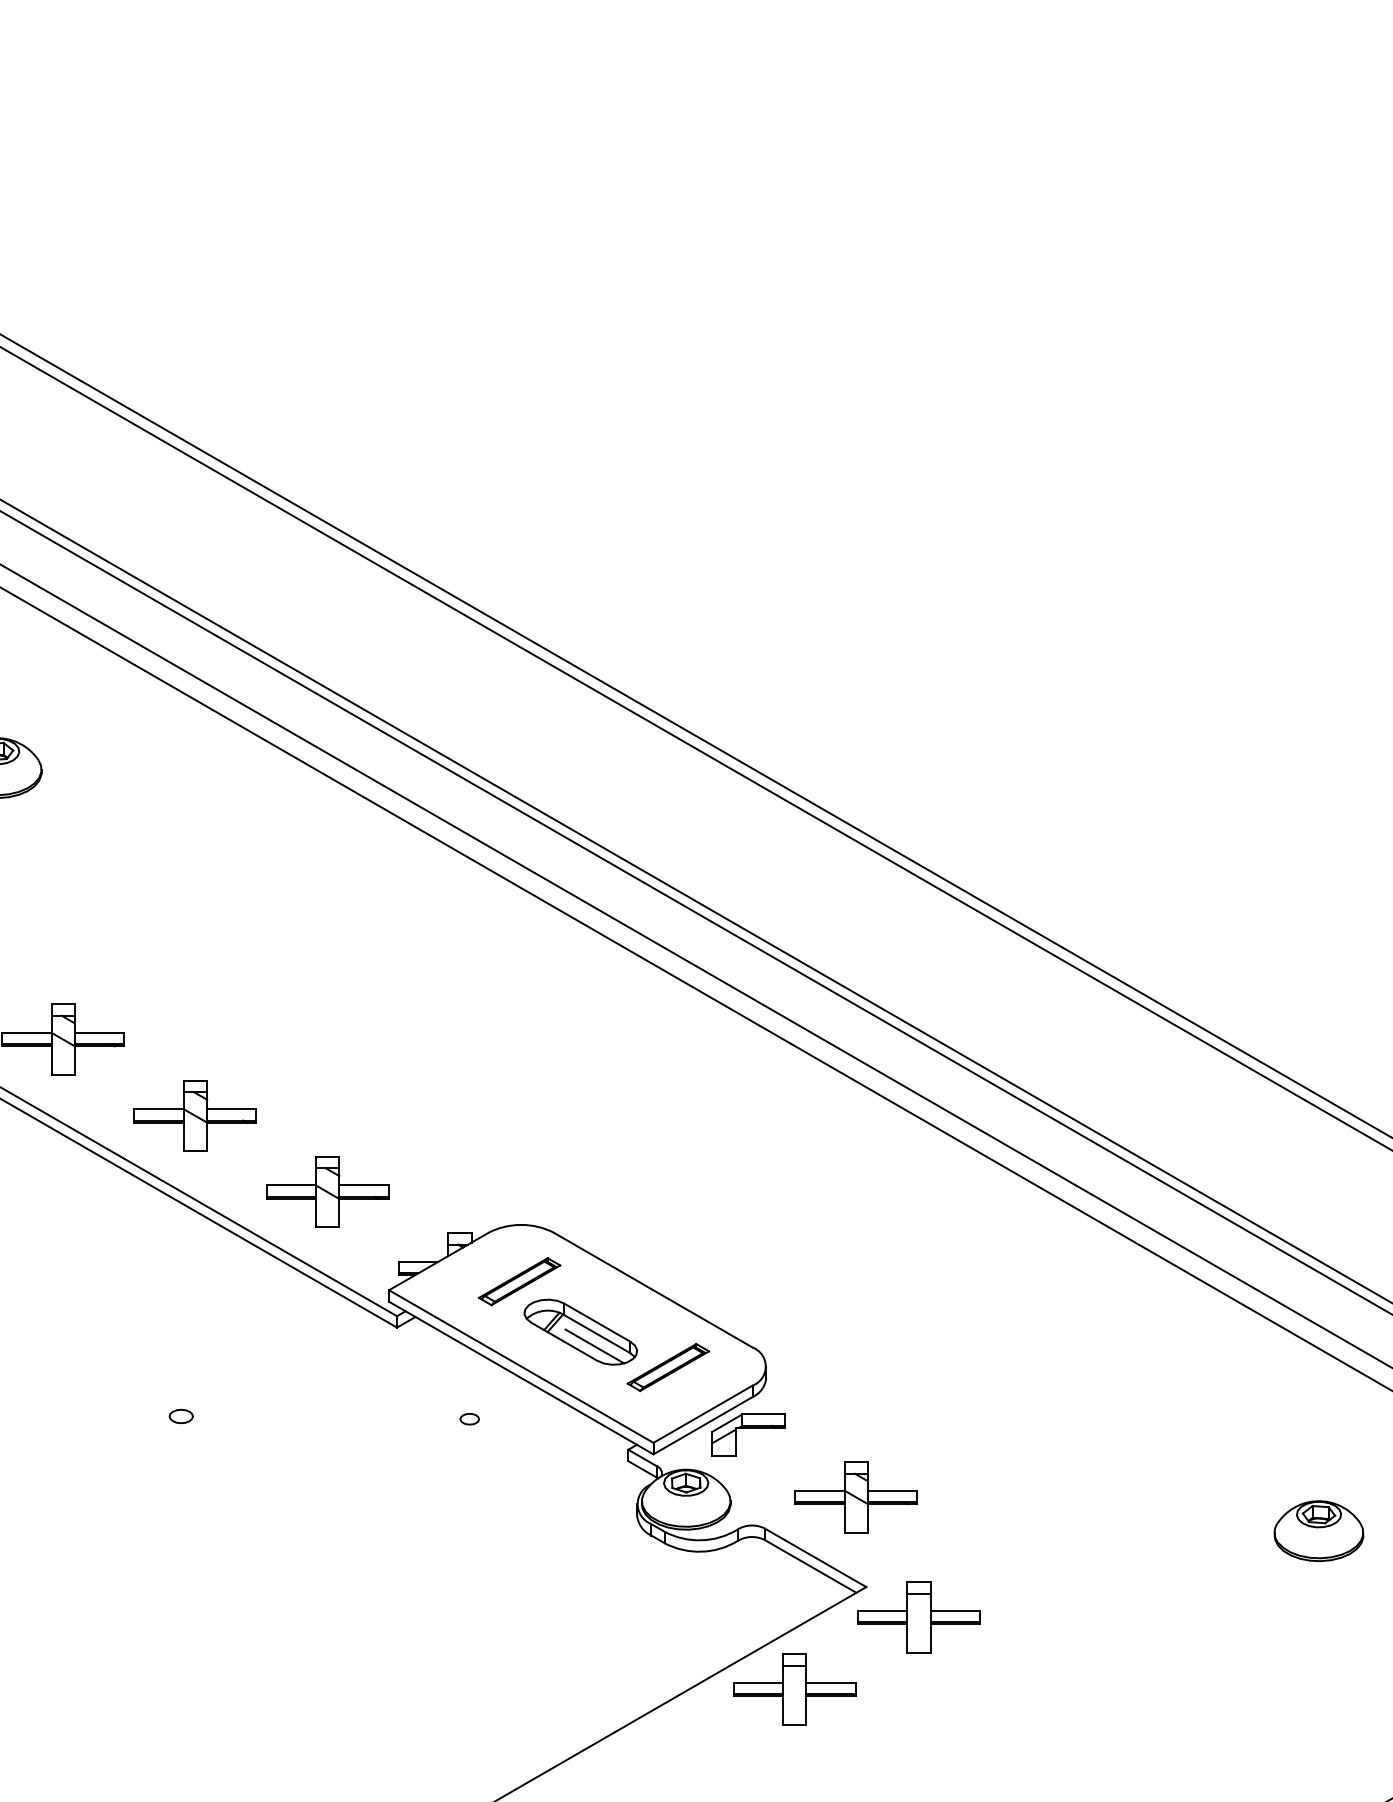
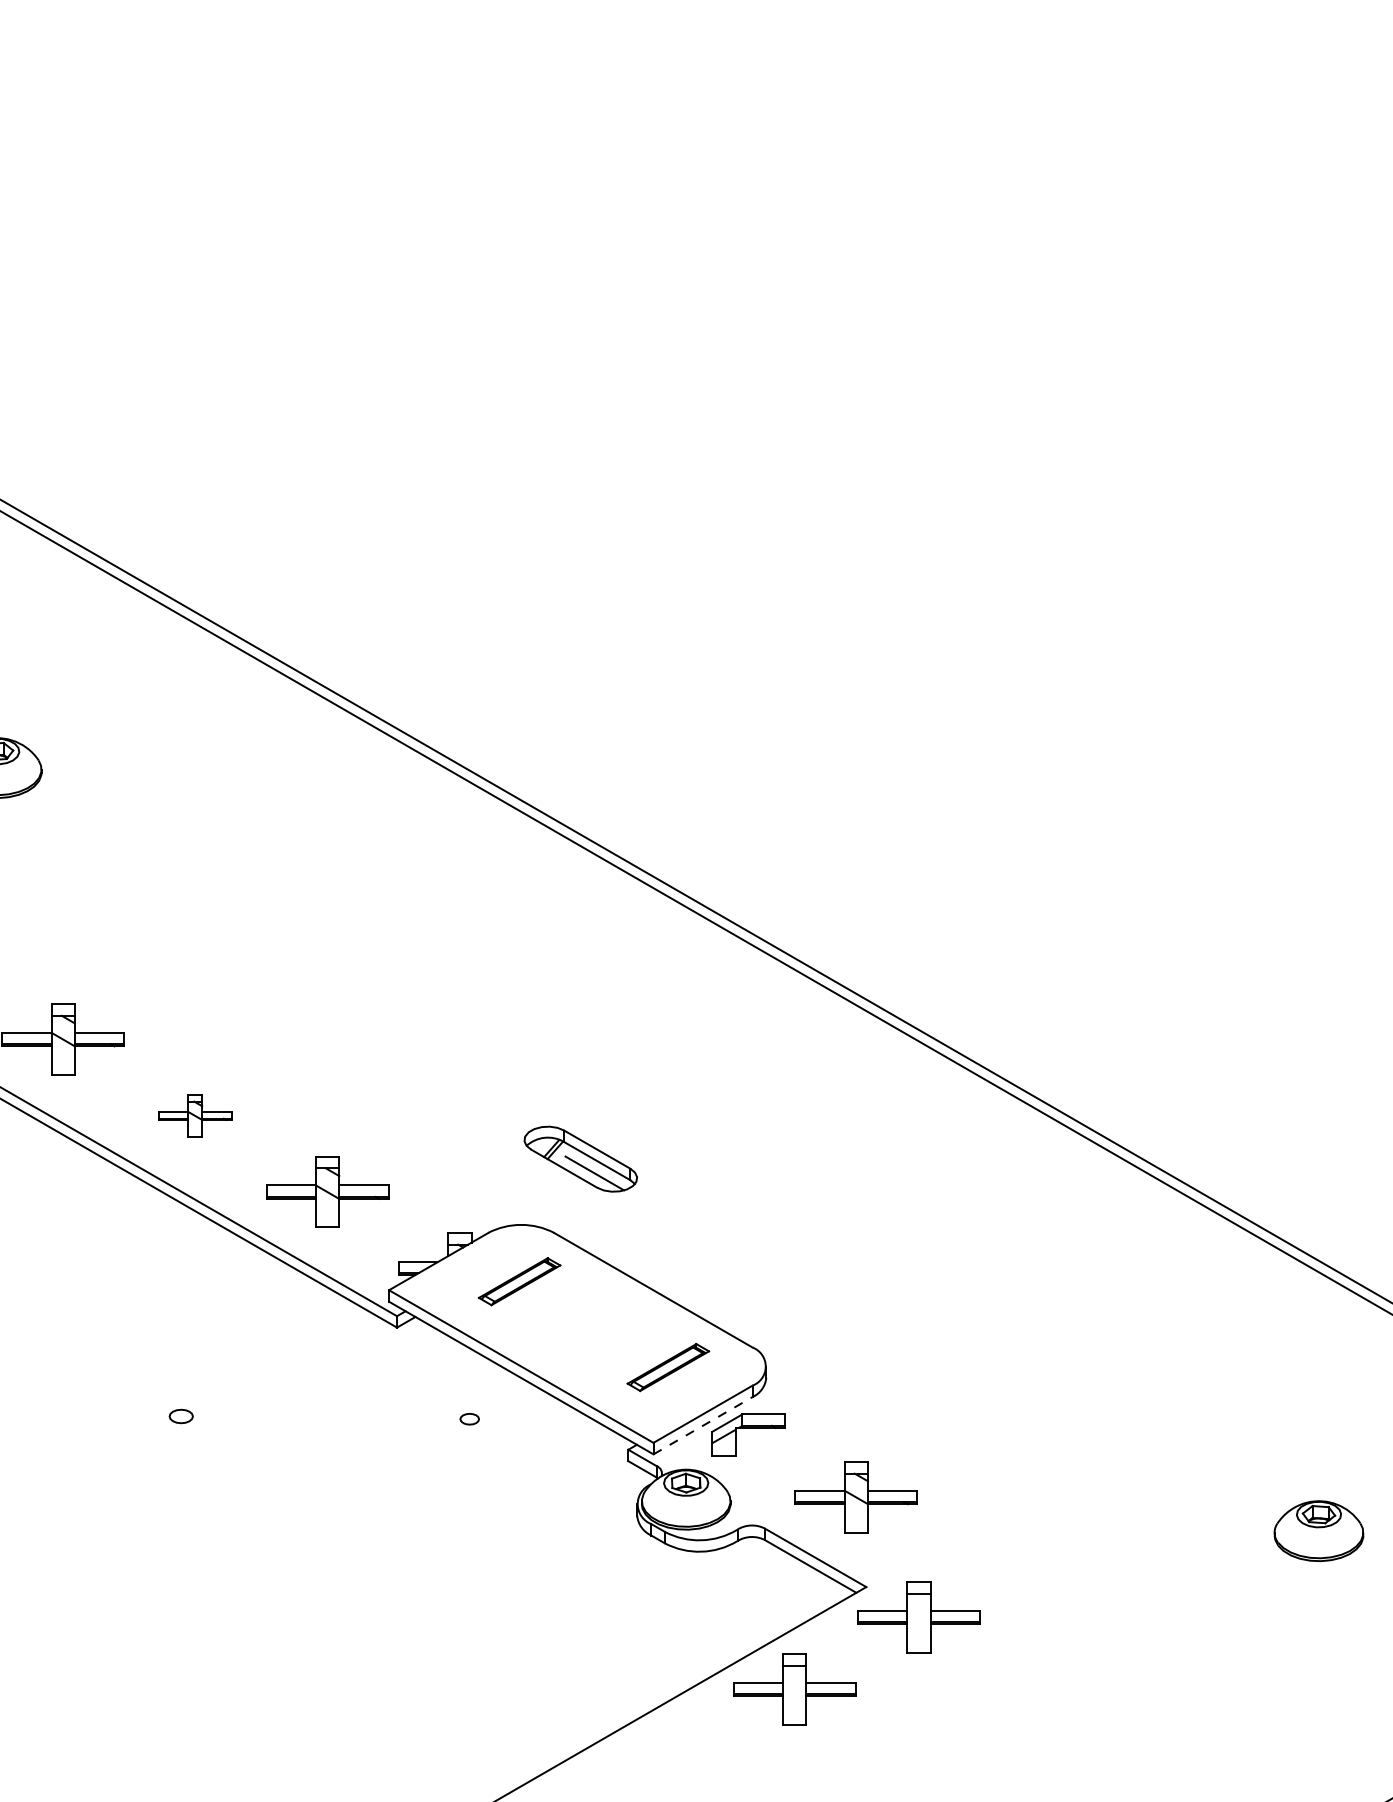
line at (695, 735): present -> none
line at (695, 748): present -> none
line at (695, 965): present -> none
line at (695, 988): present -> none
part at (194, 1115) size: 124x72 px -> 75x44 px
part at (580, 1331) position: (580, 1331) -> (580, 1158)
line at (703, 1425): solid -> dashed
